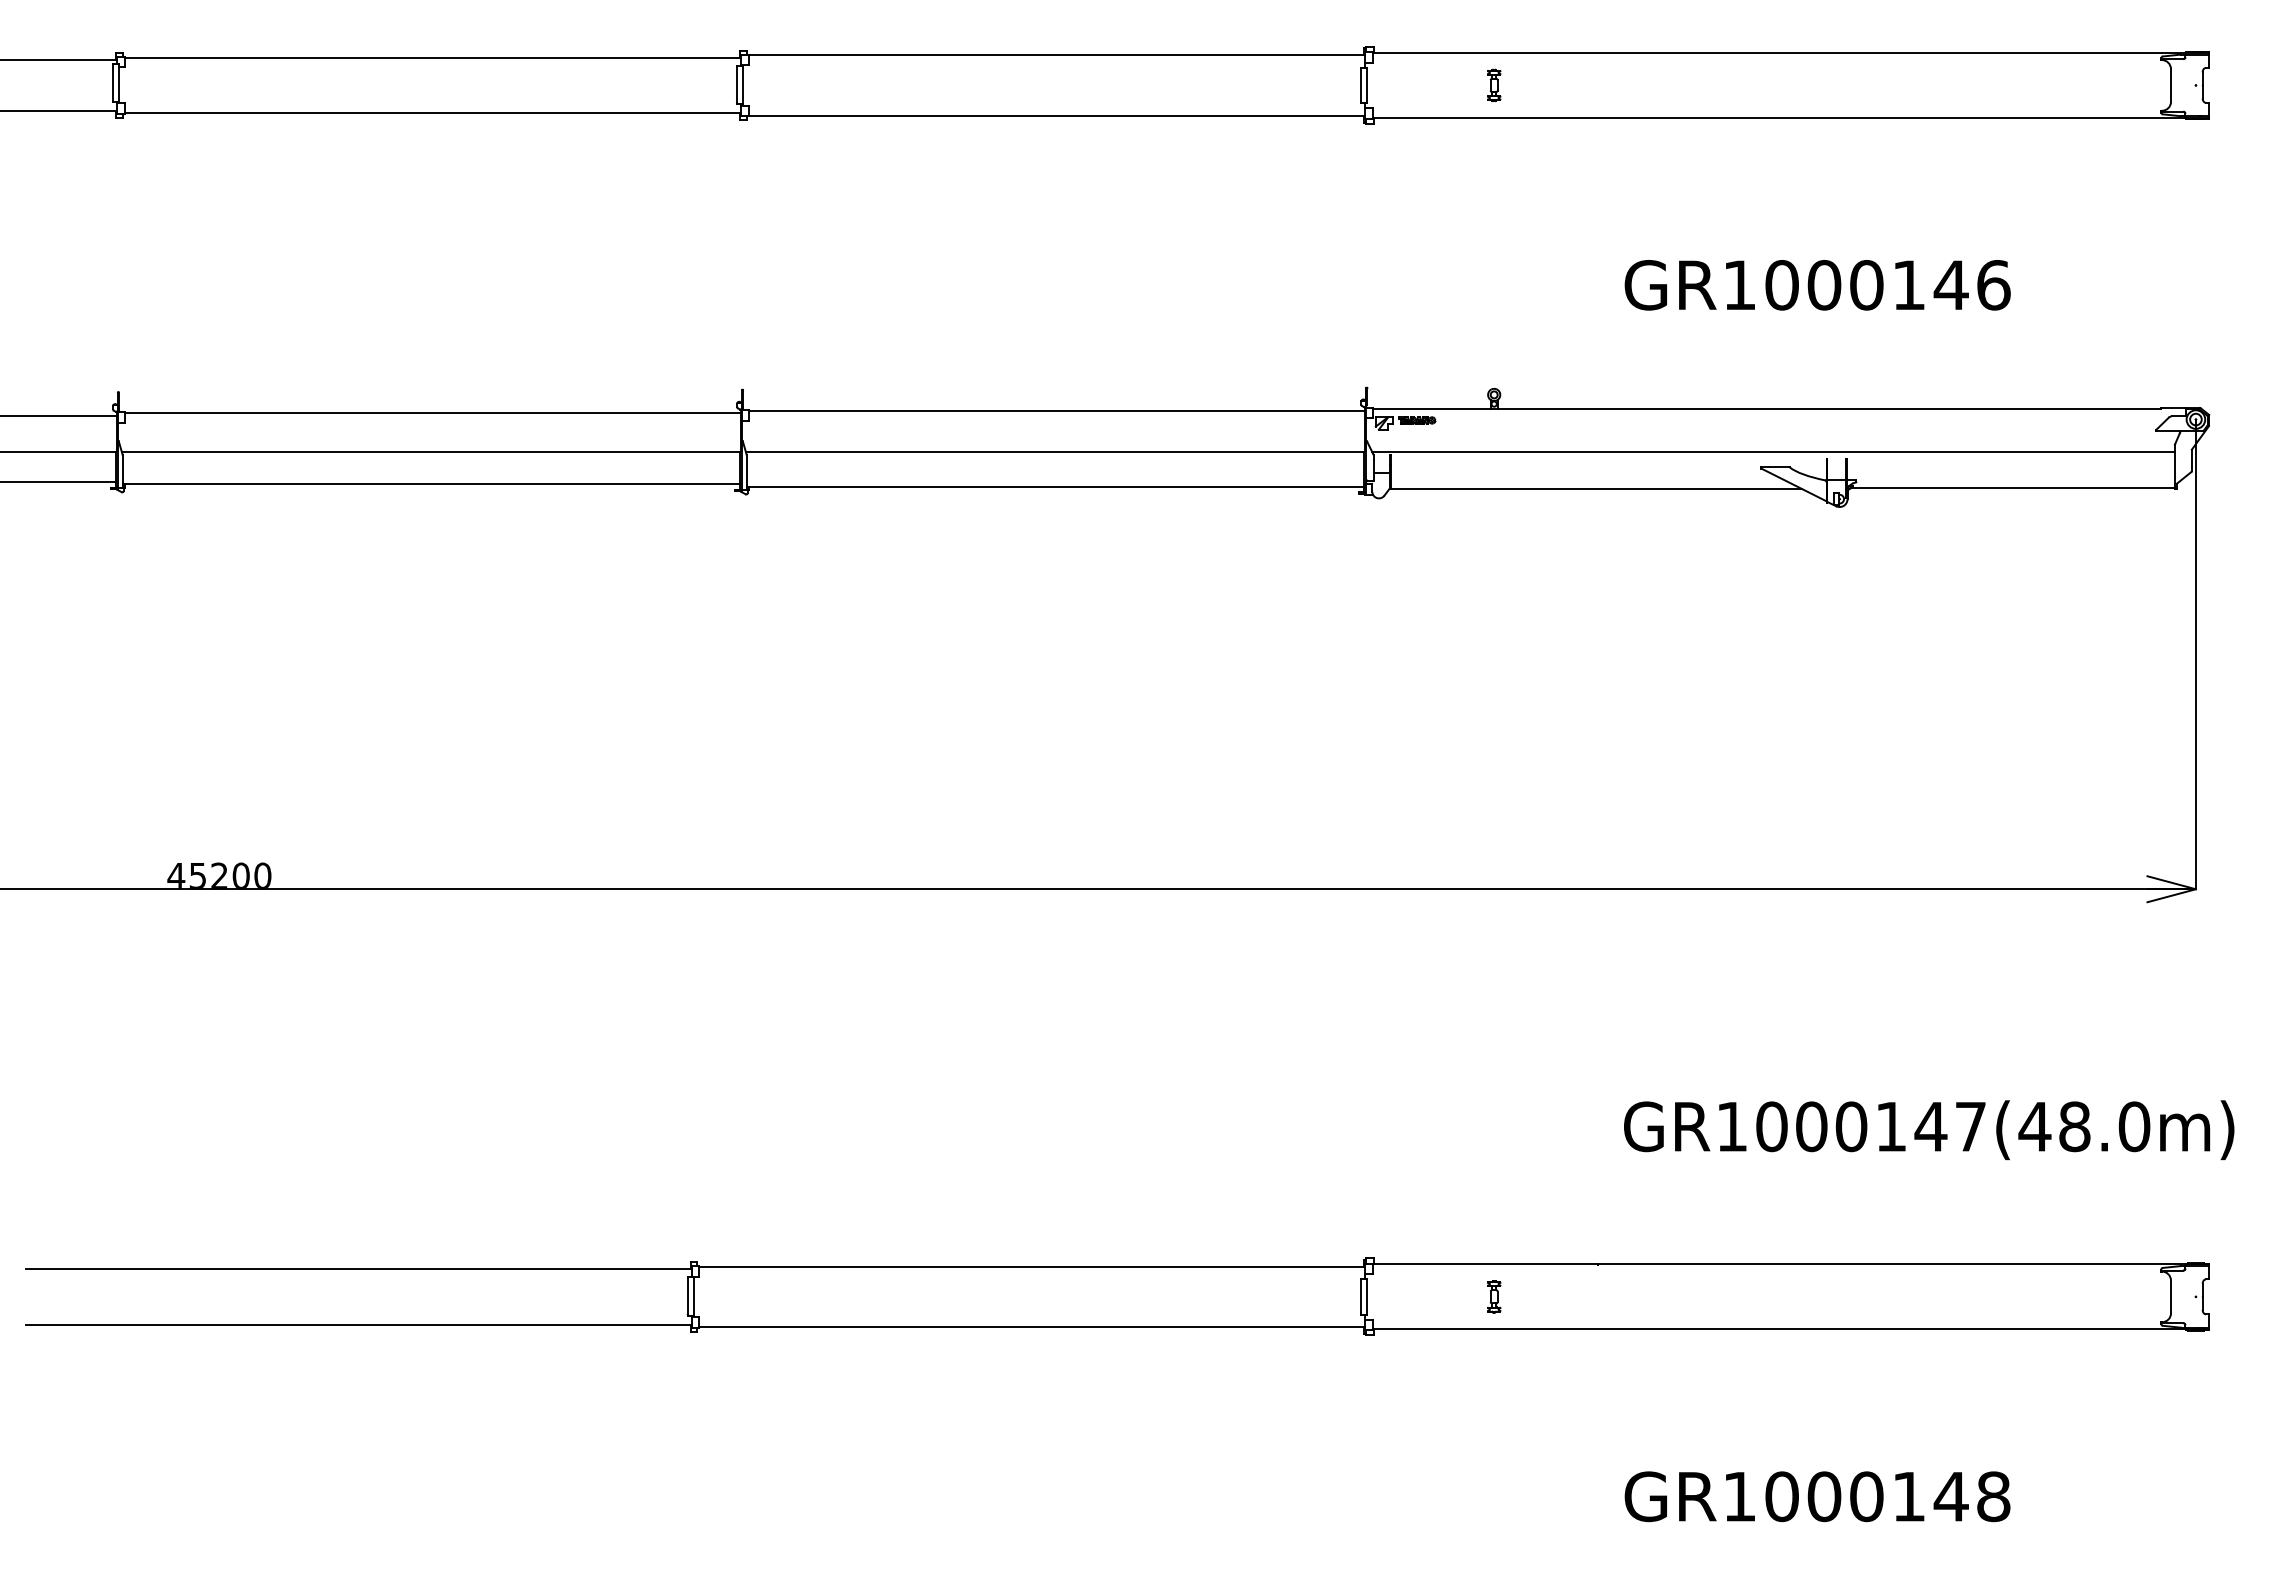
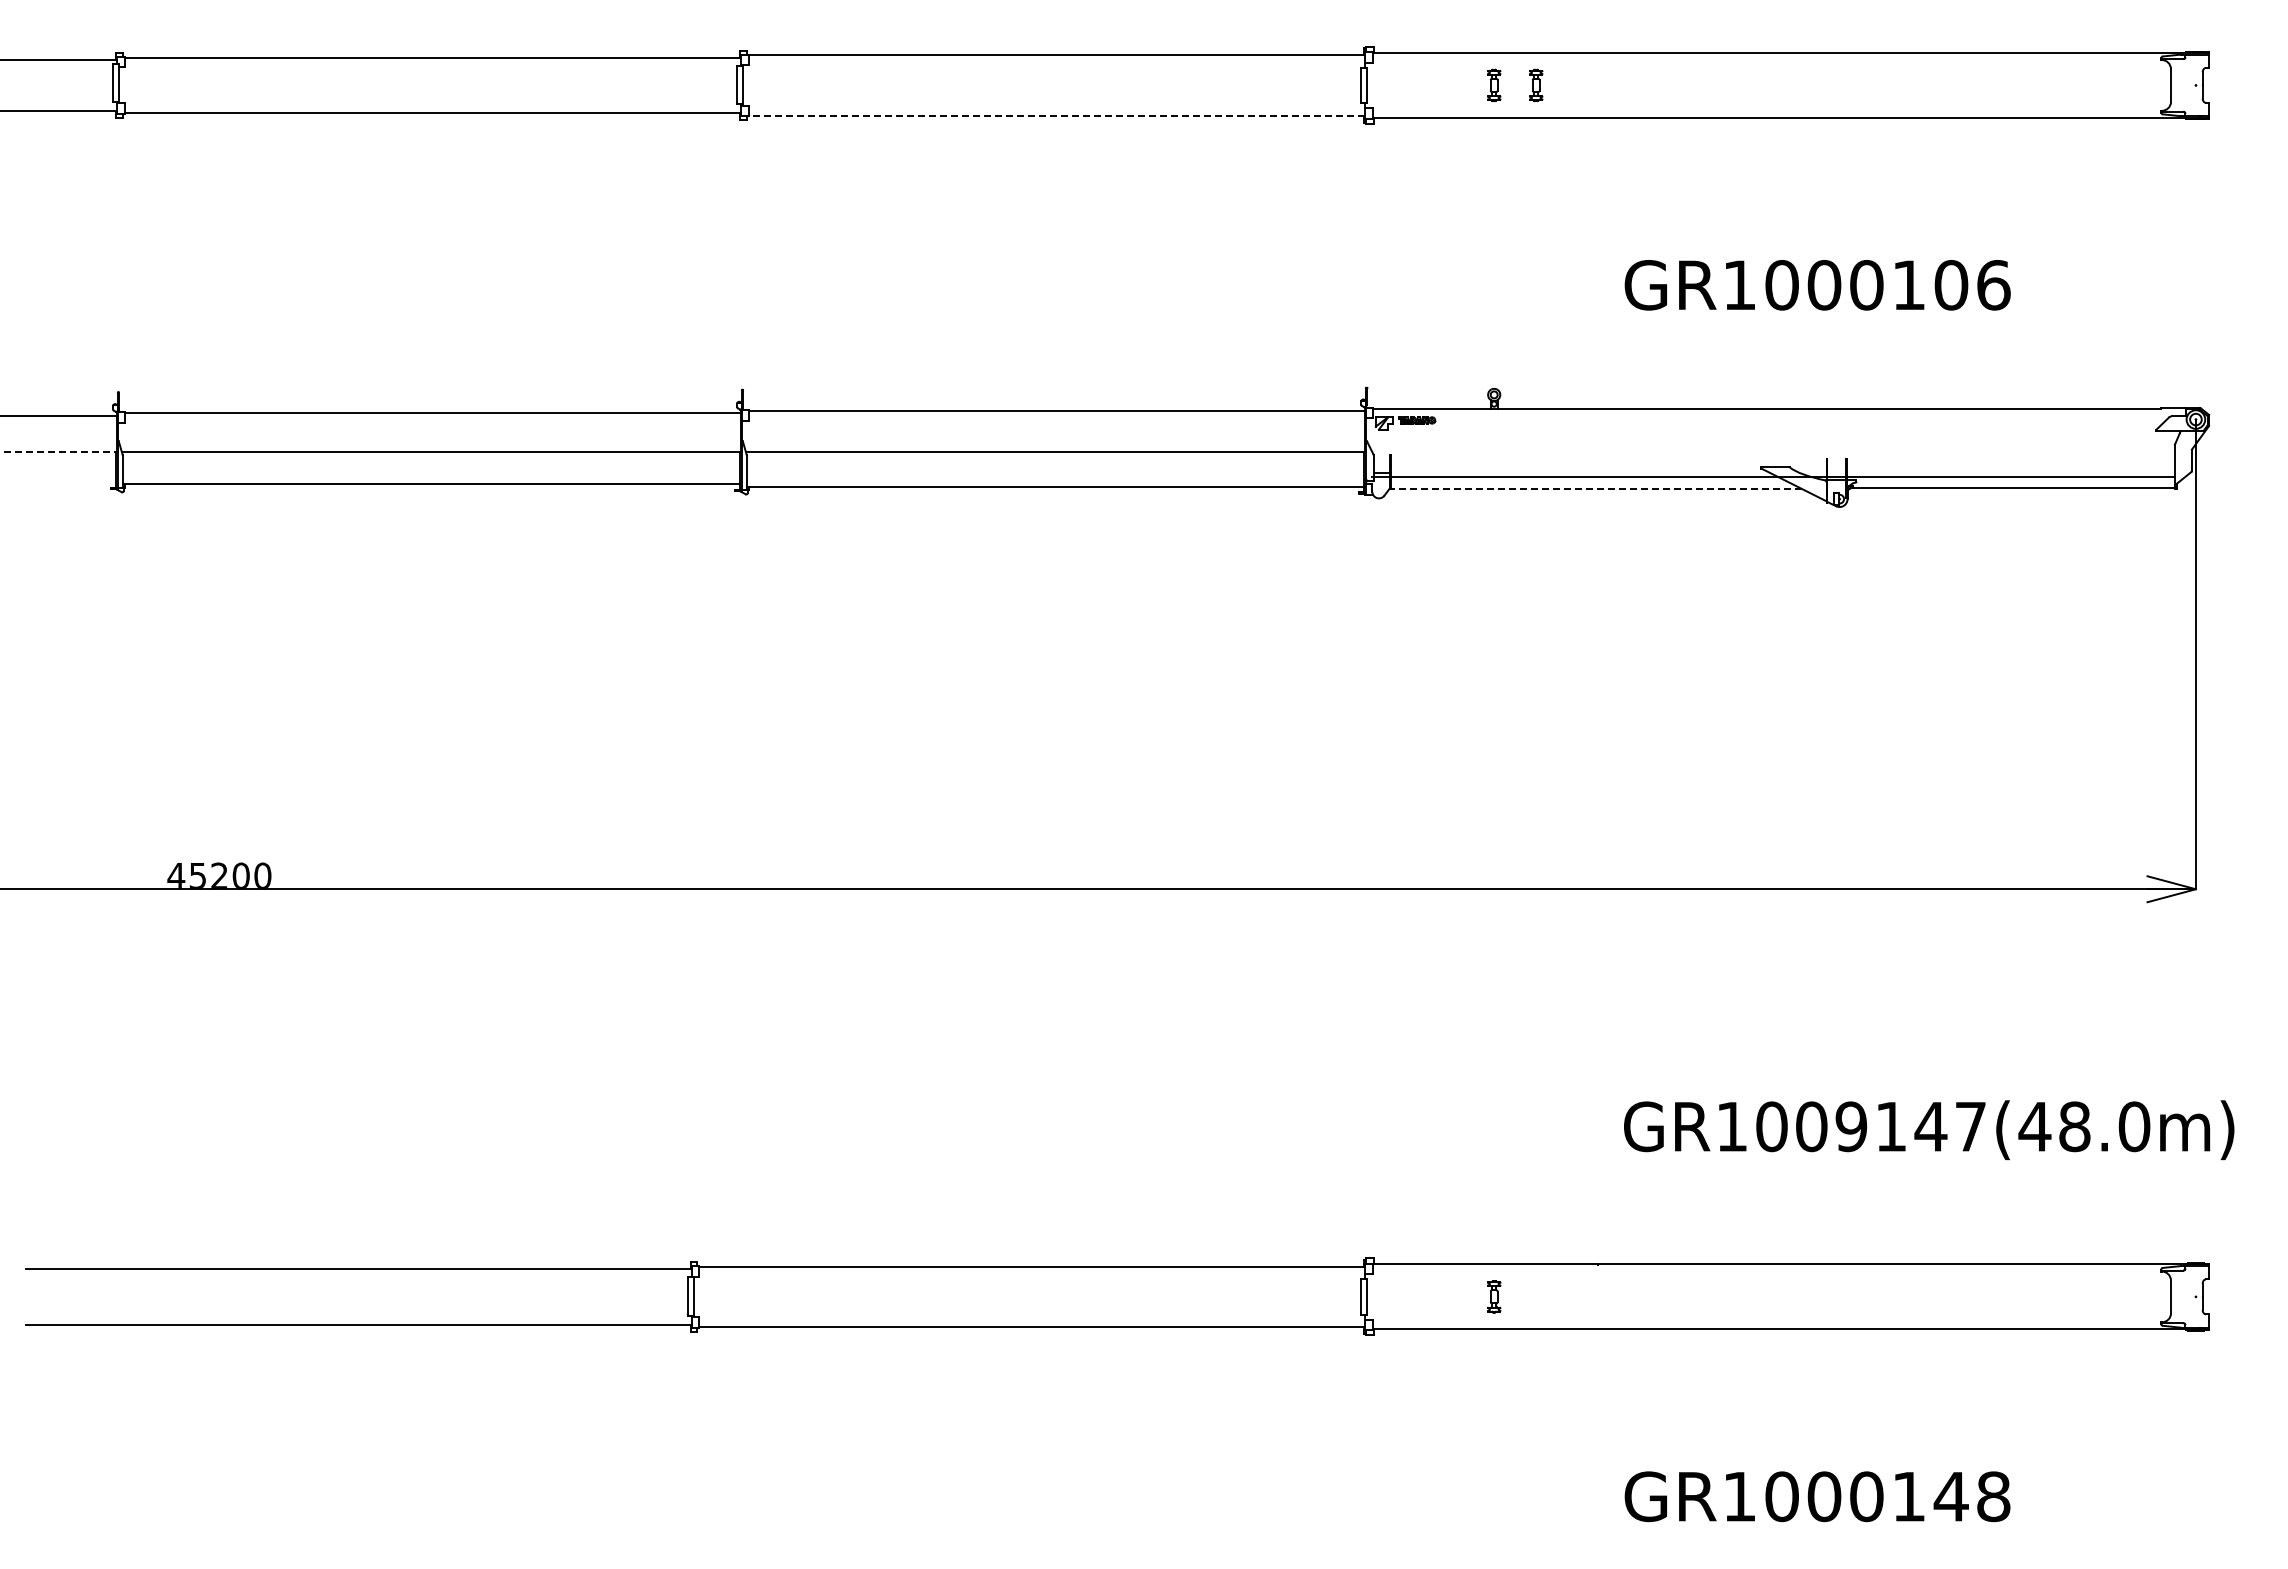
part at (1536, 85): none -> present
line at (1056, 115): solid -> dashed
text at (1950, 285): GR1000146 -> GR1000106
line at (58, 451): solid -> dashed
line at (1773, 451) position: (1773, 451) -> (1773, 476)
line at (58, 482): present -> none
line at (1595, 488): solid -> dashed
text at (1851, 1126): GR1000147(48.0m) -> GR1009147(48.0m)
